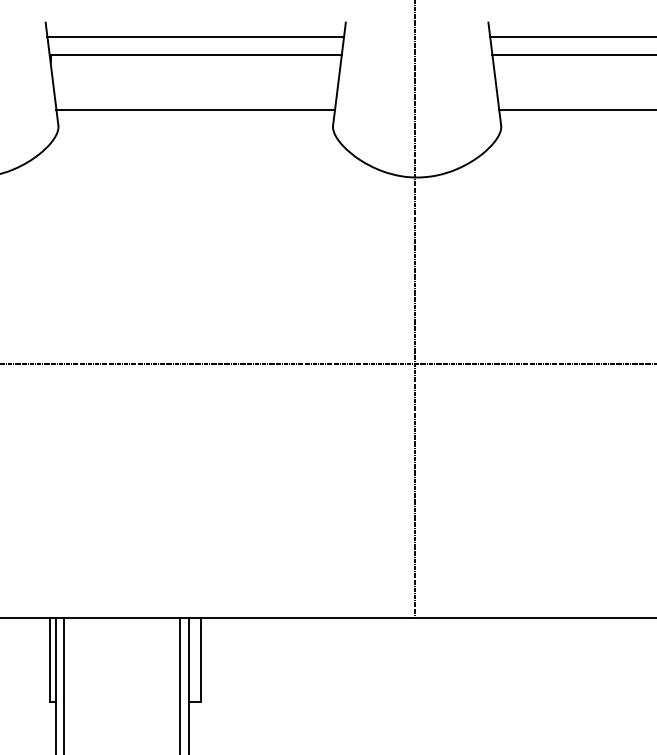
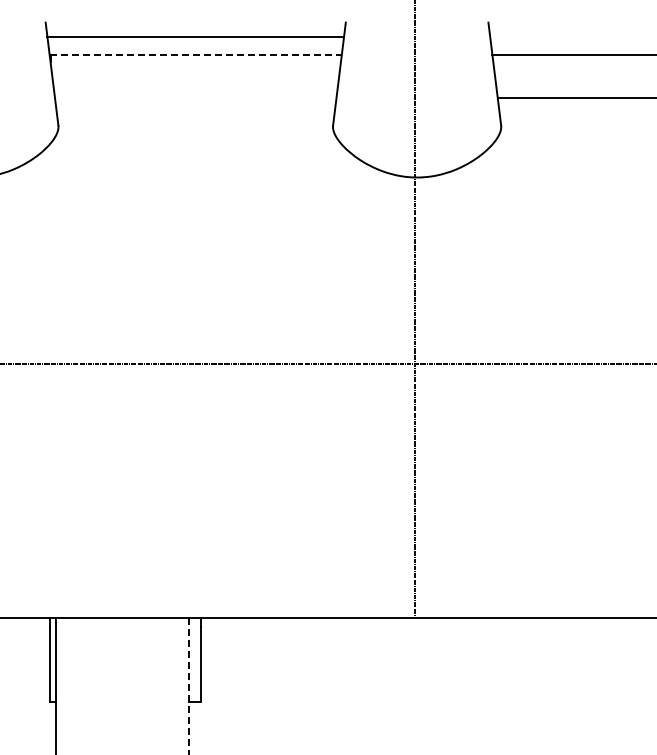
line at (571, 37): present -> none
line at (196, 55): solid -> dashed
line at (195, 109): present -> none
line at (576, 109) position: (576, 109) -> (576, 97)
line at (64, 684): present -> none
line at (180, 684): present -> none
line at (189, 686): solid -> dashed
